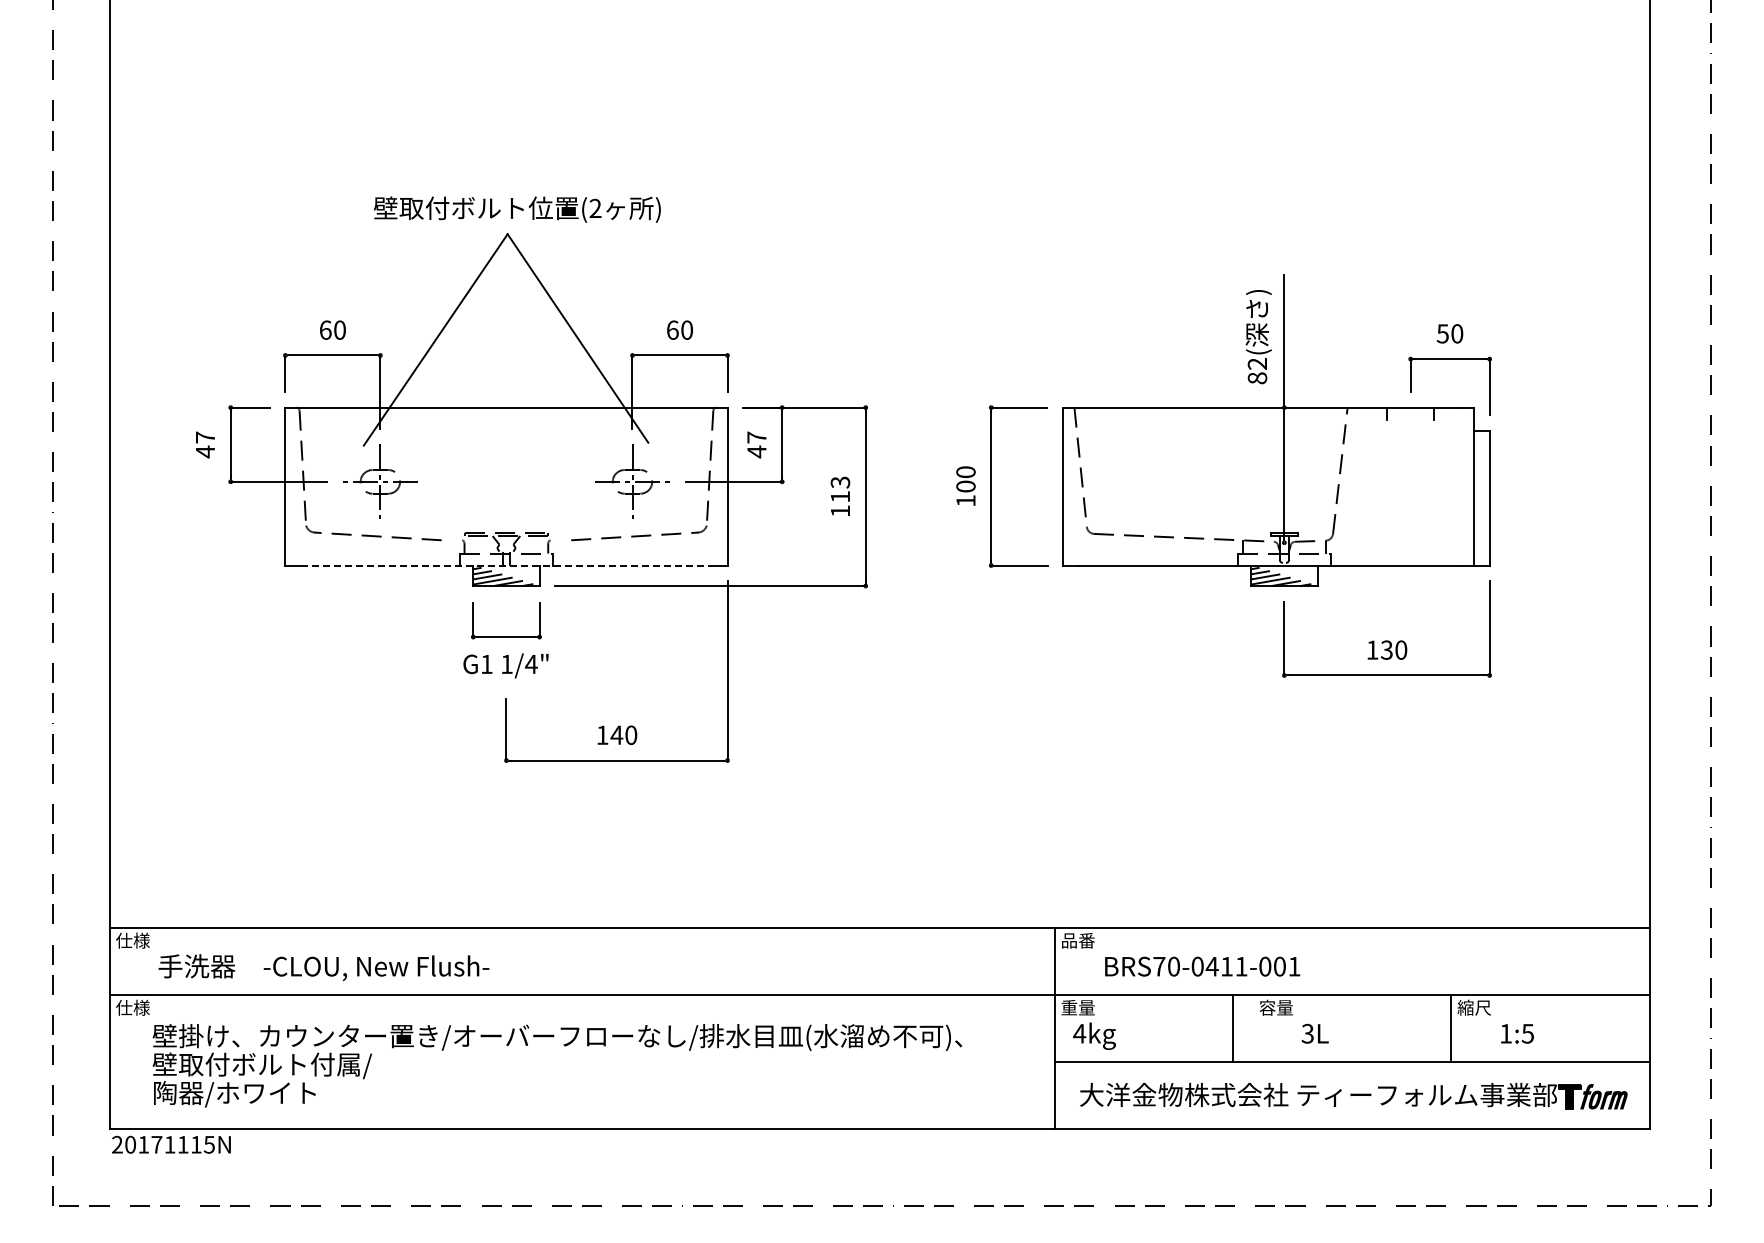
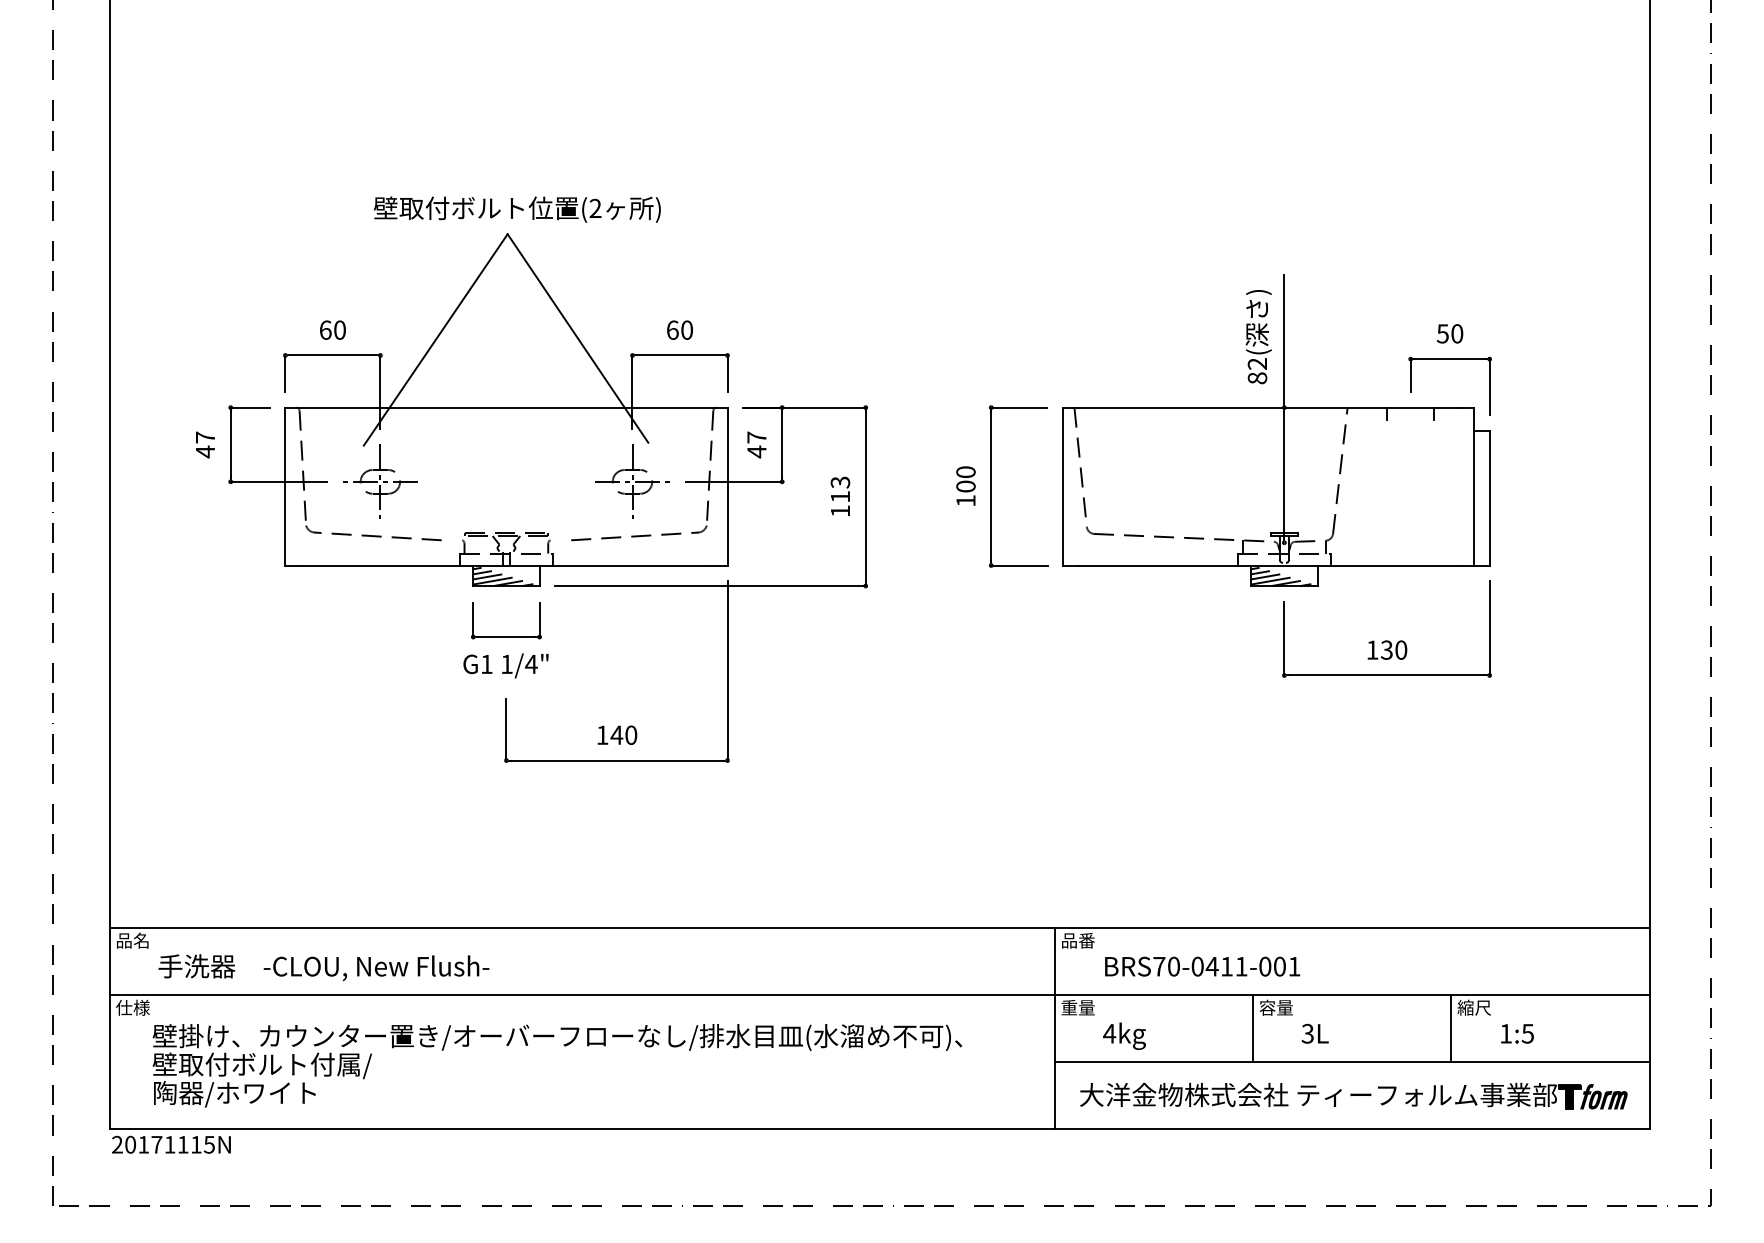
line at (506, 565): dashed -> solid
text at (132, 940): 仕様 -> 品名
line at (1233, 1028) position: (1233, 1028) -> (1253, 1028)
text at (1094, 1035) position: (1094, 1035) -> (1124, 1035)
